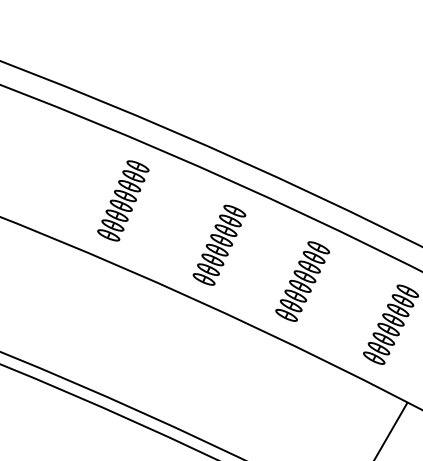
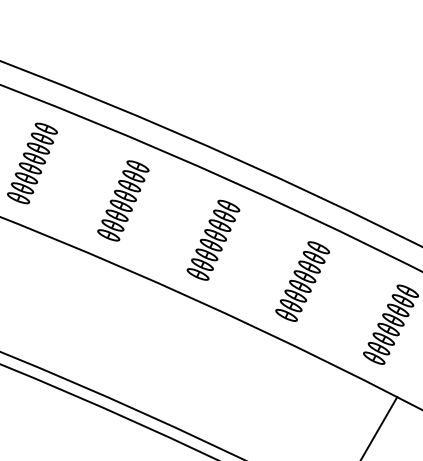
part at (32, 163): none -> present
part at (219, 244) position: (219, 244) -> (213, 239)
line at (391, 430) position: (391, 430) -> (379, 427)
